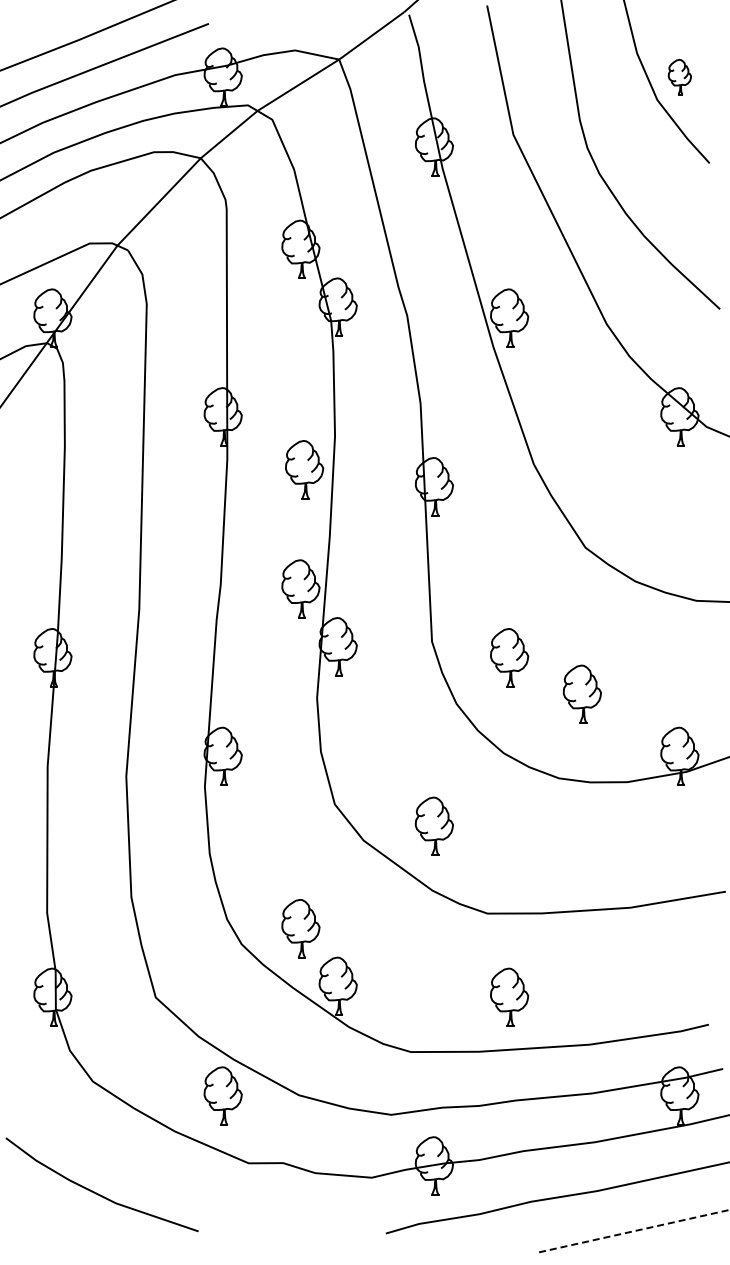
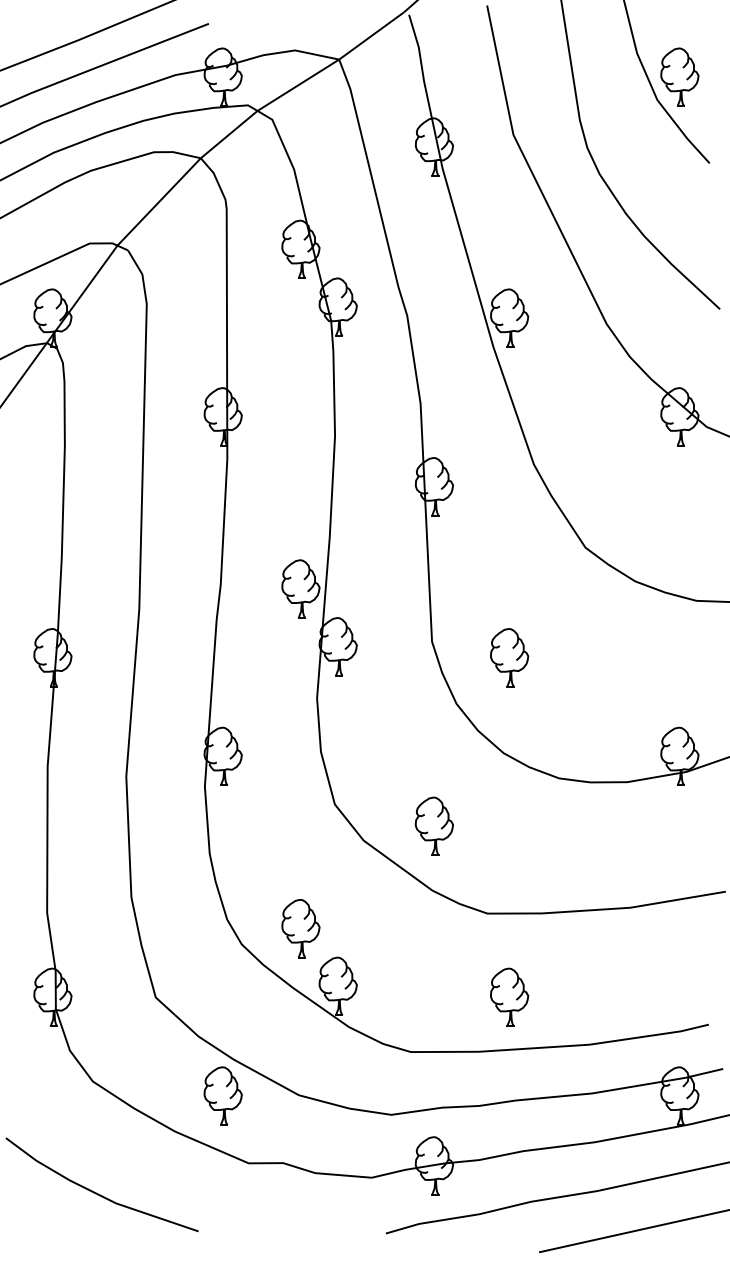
part at (679, 77) size: 25x37 px -> 40x60 px
part at (304, 469): present -> none
part at (581, 693): present -> none
line at (634, 1231): dashed -> solid
